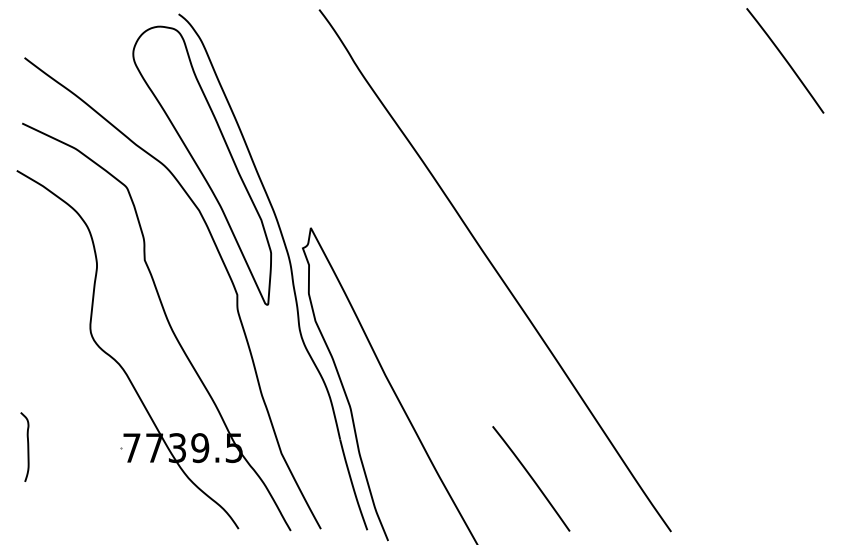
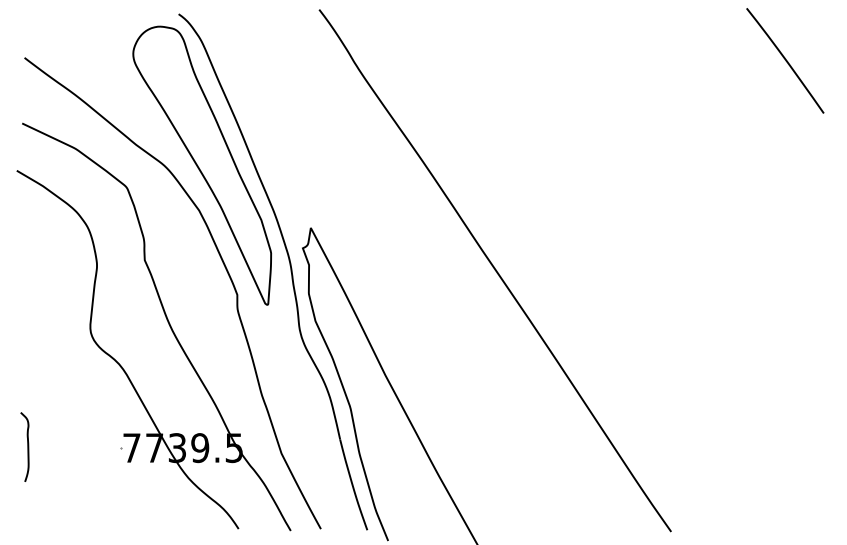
curve at (531, 478): present -> none
